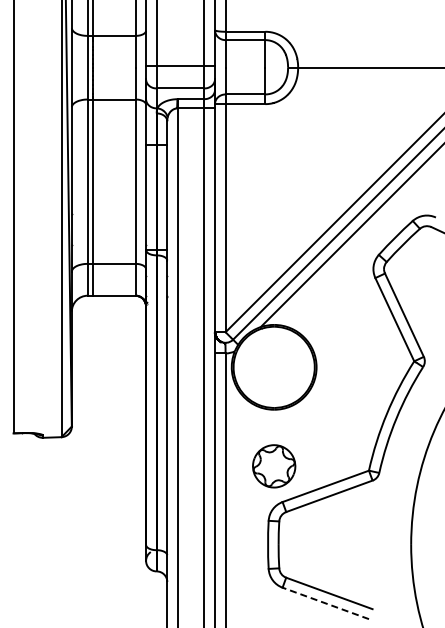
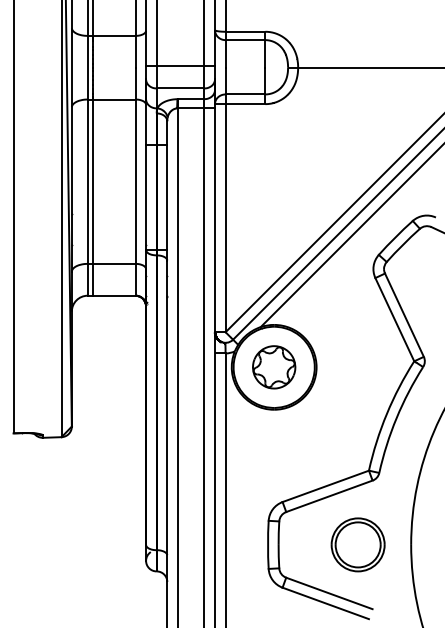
part at (274, 466) position: (274, 466) -> (274, 367)
part at (357, 544): none -> present
line at (325, 603): dashed -> solid
